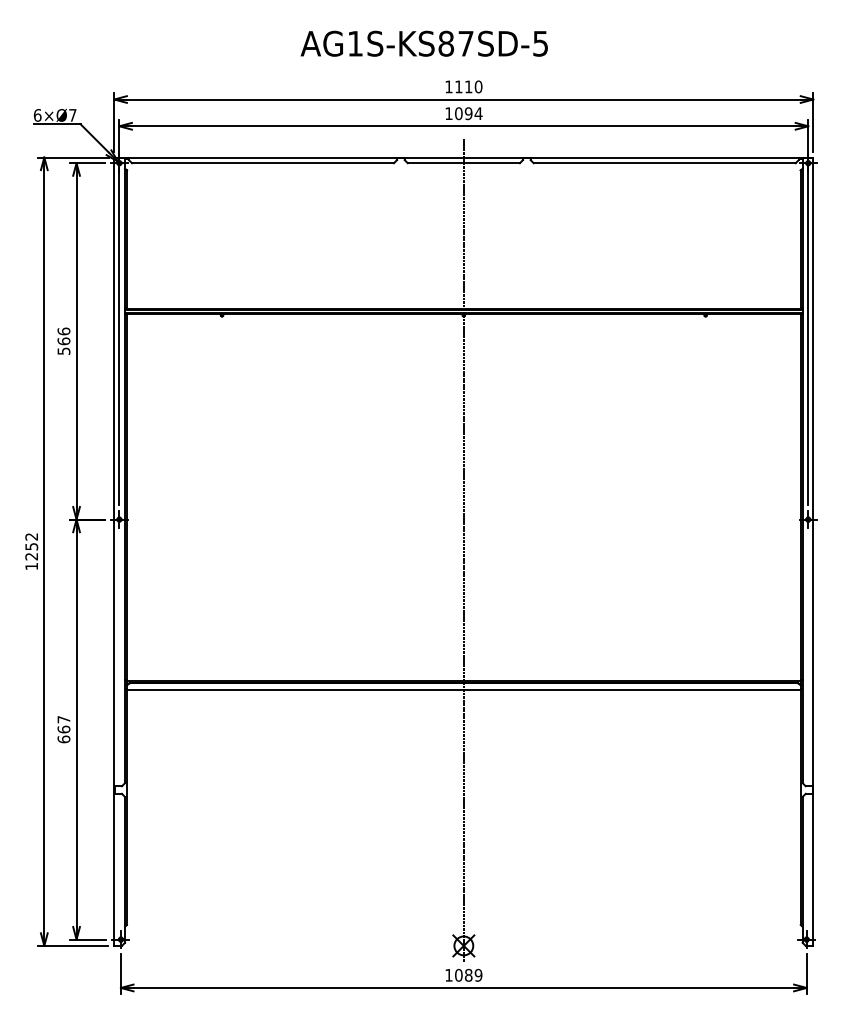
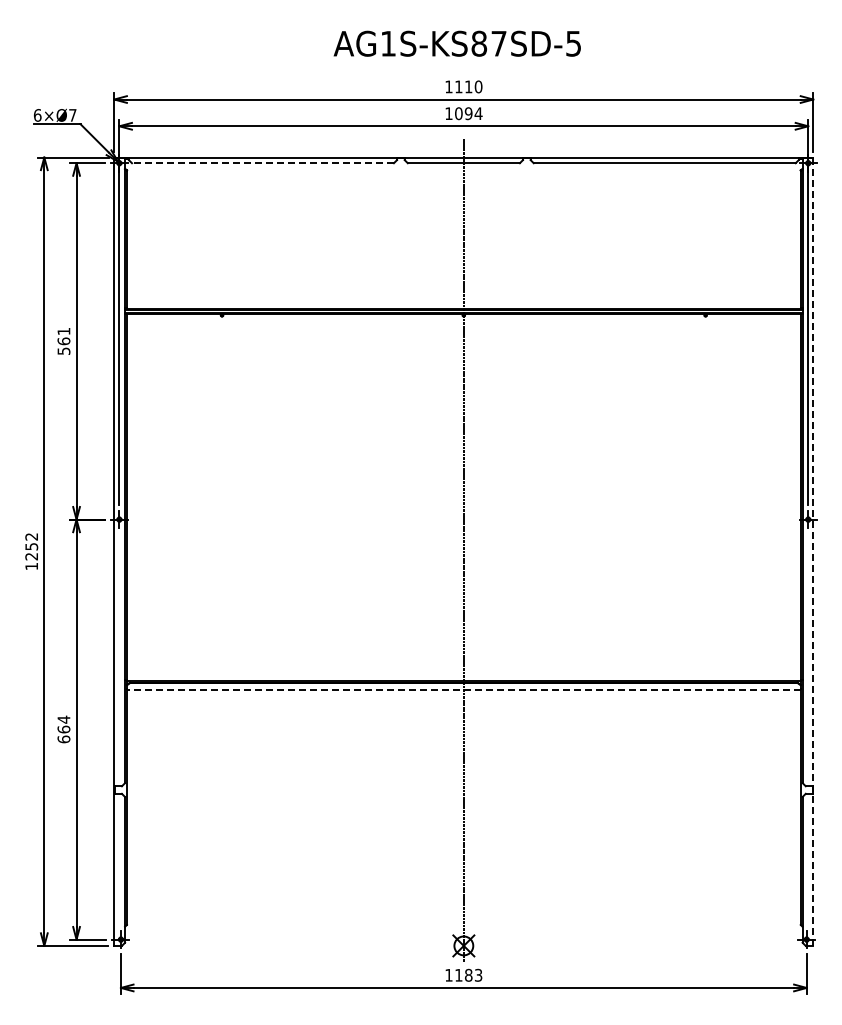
text at (423, 43) position: (423, 43) -> (456, 43)
line at (262, 163): solid -> dashed
text at (63, 331): 566 -> 561
line at (813, 552): solid -> dashed
line at (463, 689): solid -> dashed
text at (63, 719): 667 -> 664
text at (468, 974): 1089 -> 1183
